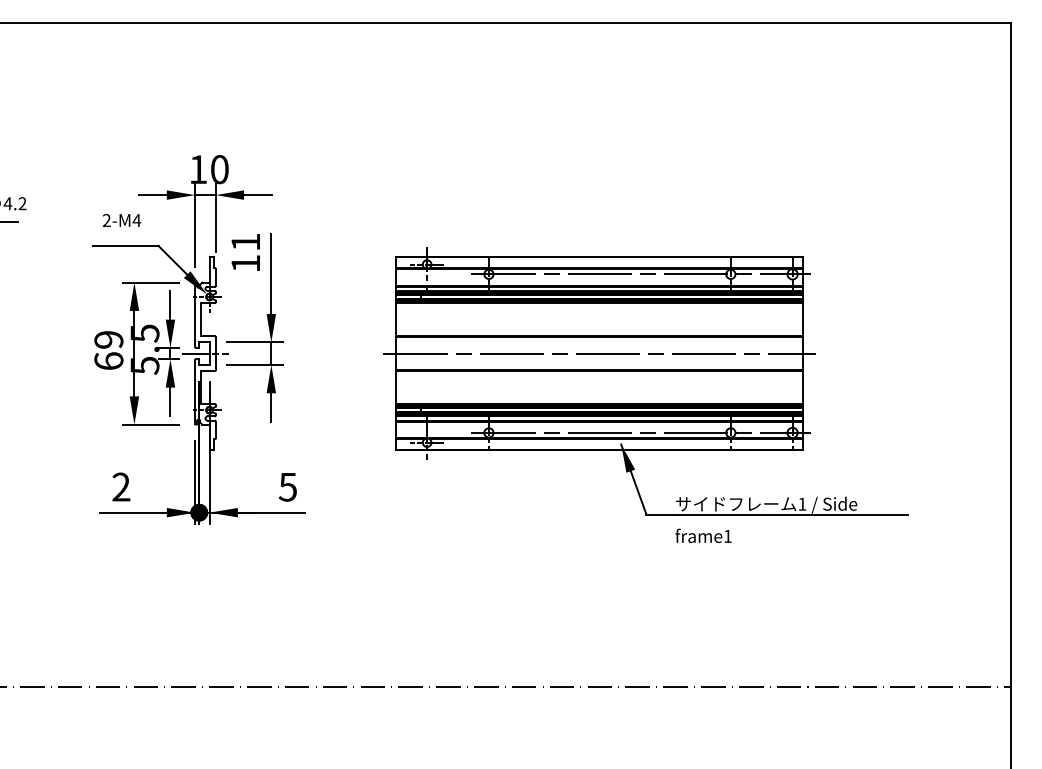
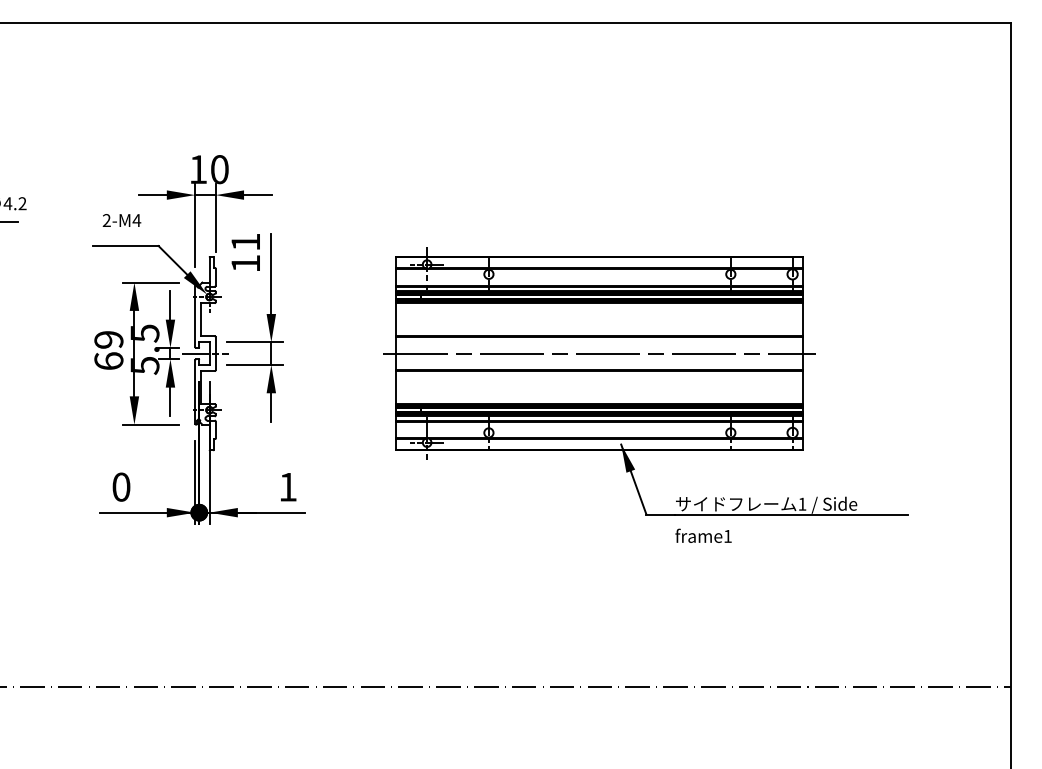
line at (640, 274): present -> none
line at (640, 432): present -> none
text at (121, 486): 2 -> 0
text at (287, 487): 5 -> 1
